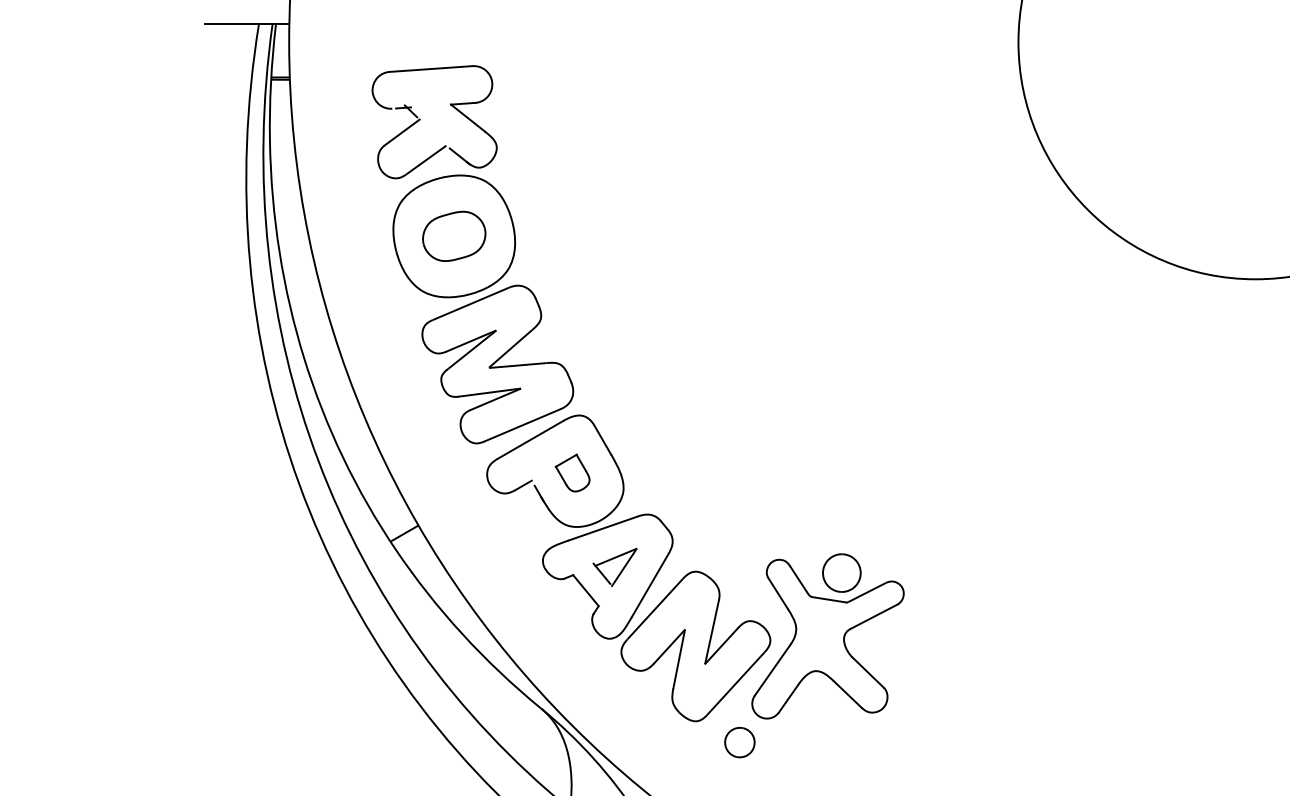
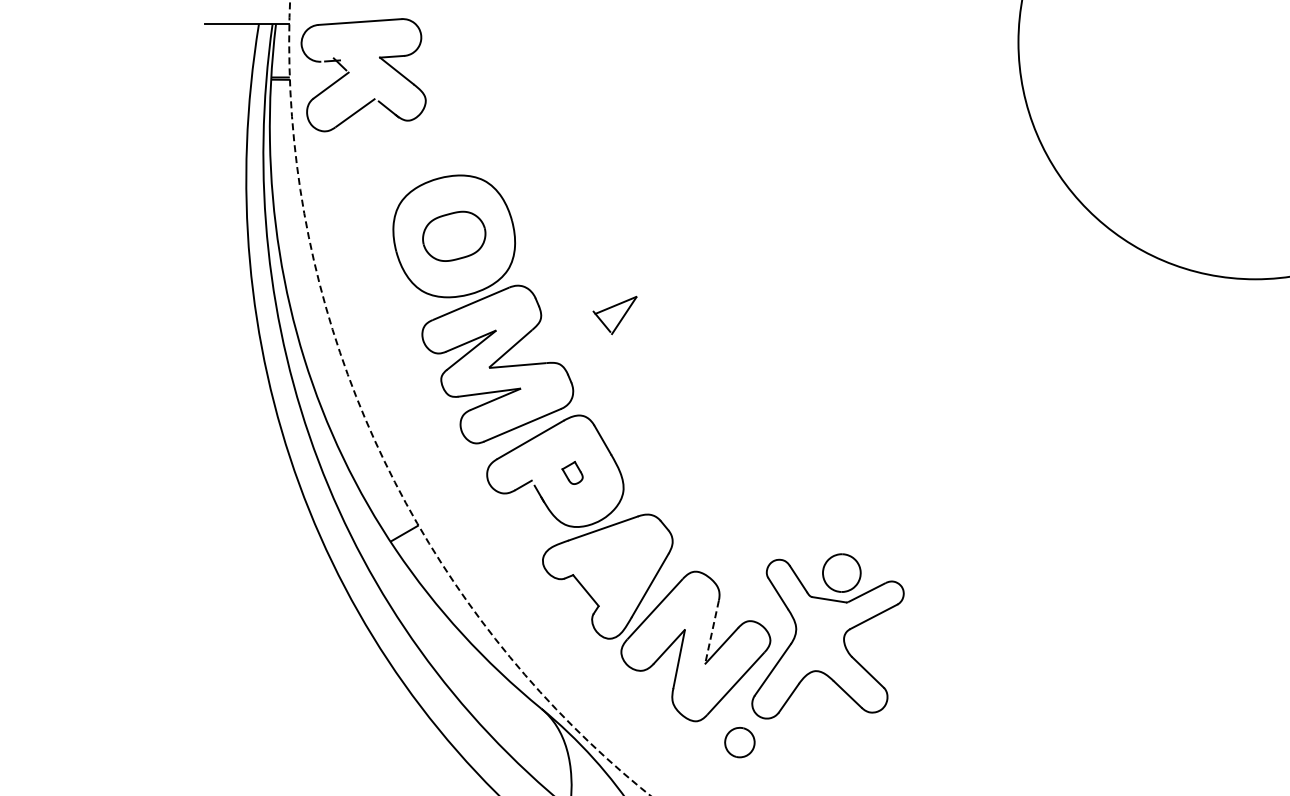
part at (420, 120) position: (420, 120) -> (349, 73)
circle at (469, 397): solid -> dashed
part at (572, 472) size: 37x40 px -> 23x25 px
part at (614, 567) position: (614, 567) -> (614, 315)
line at (711, 632): solid -> dashed
